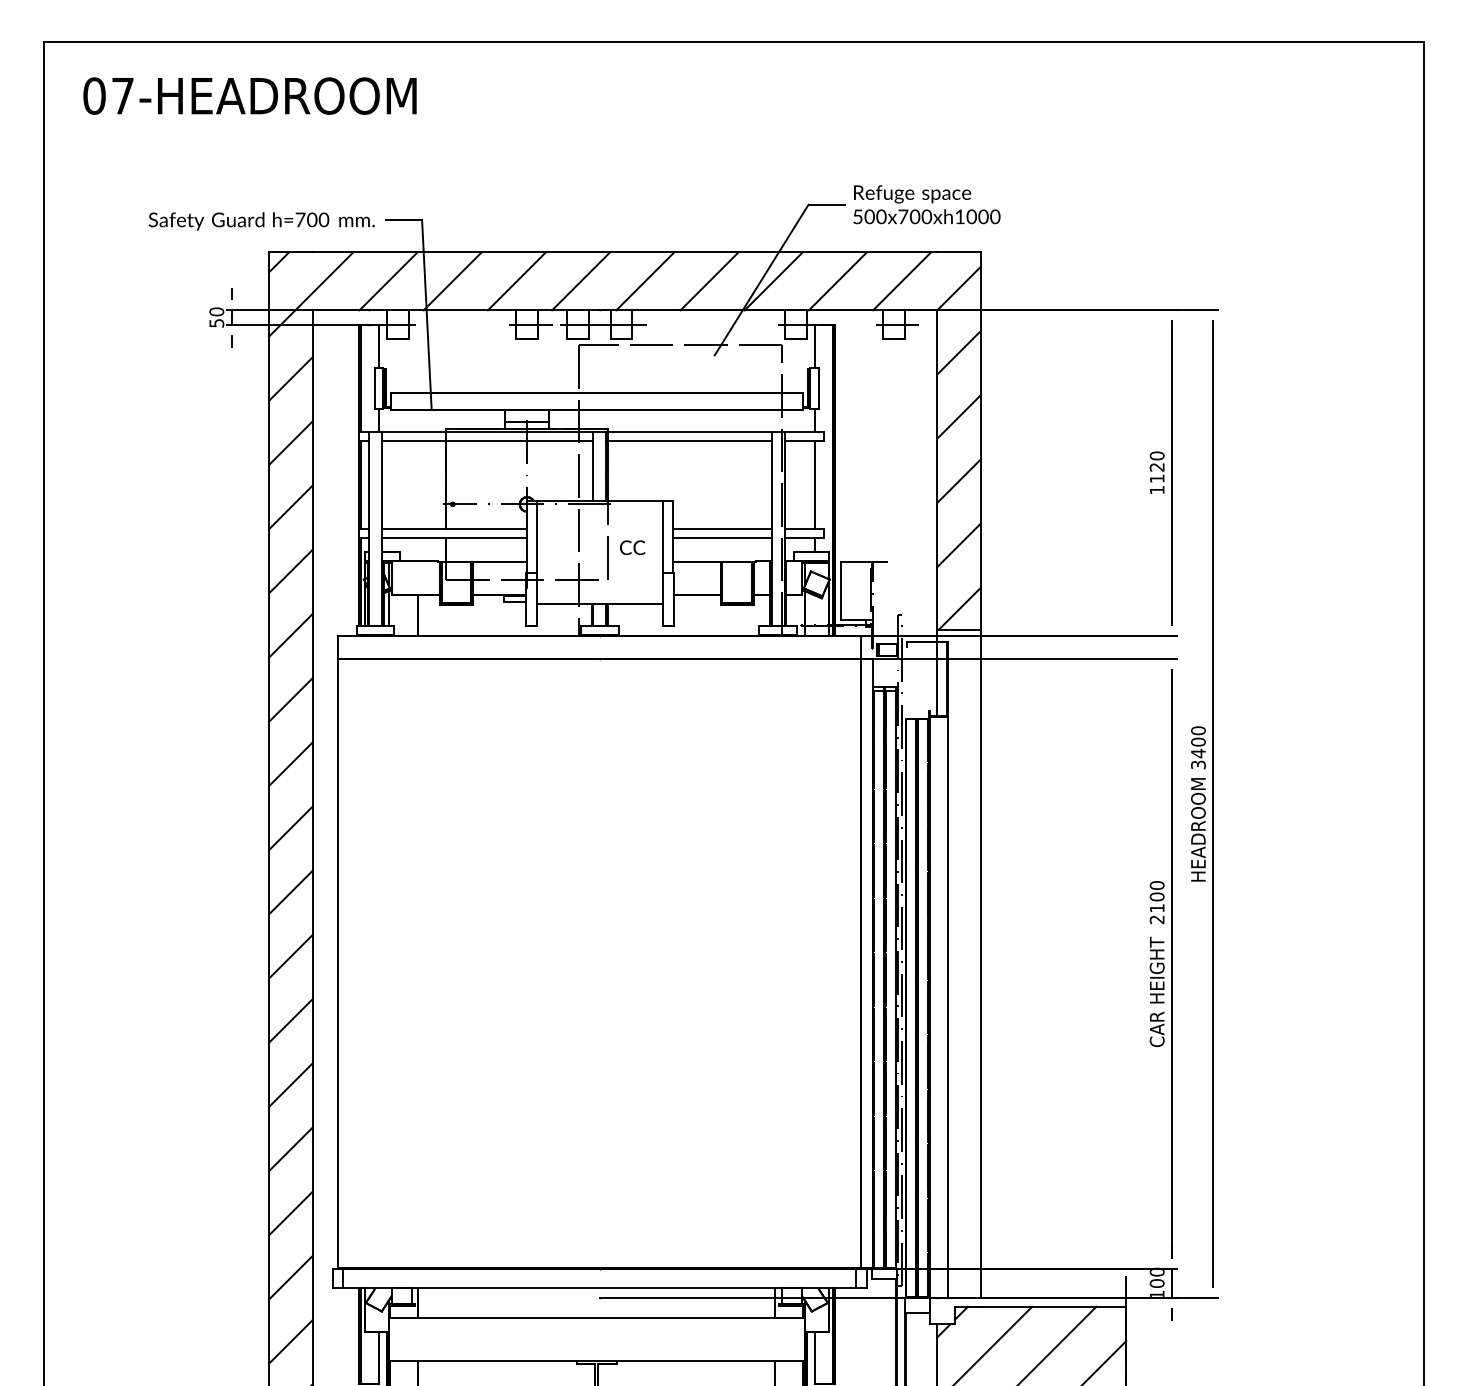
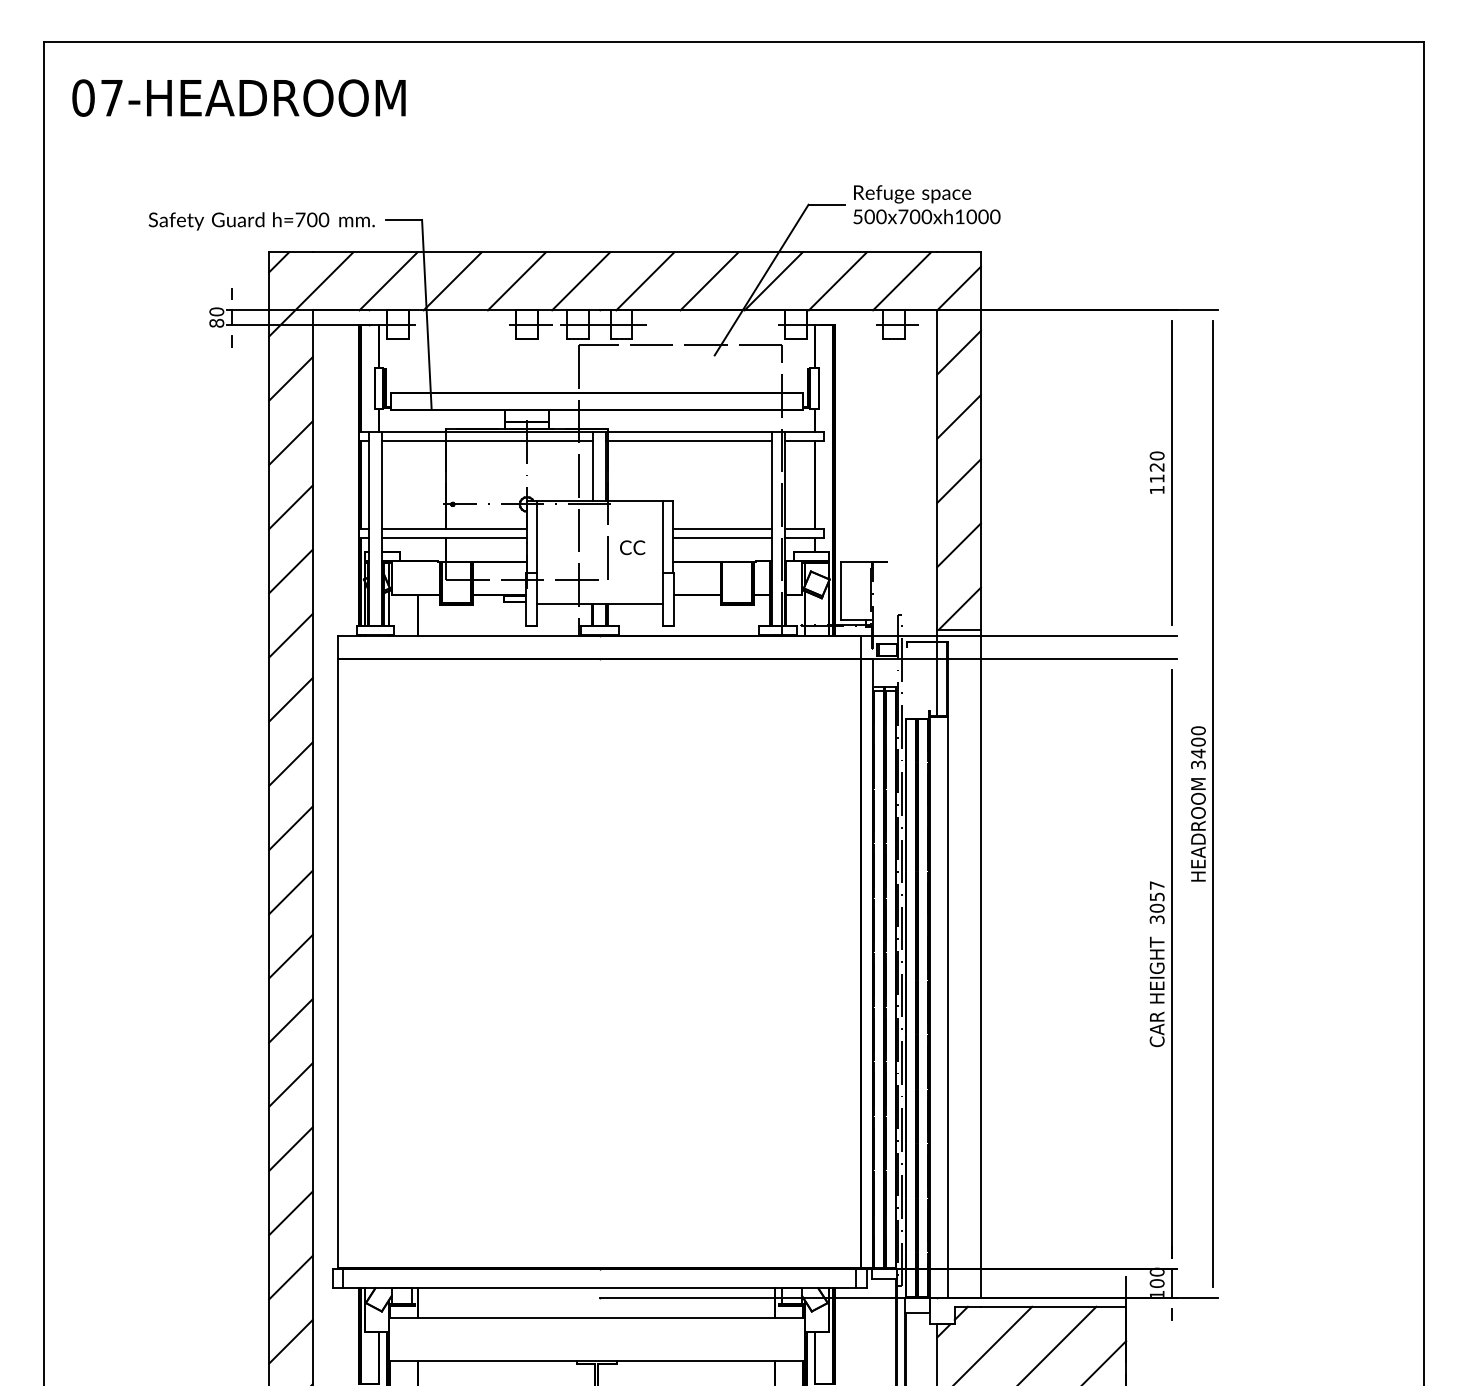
text at (249, 95) position: (249, 95) -> (238, 97)
text at (216, 322): 50 -> 80
text at (1156, 902): 2100 -> 3057
